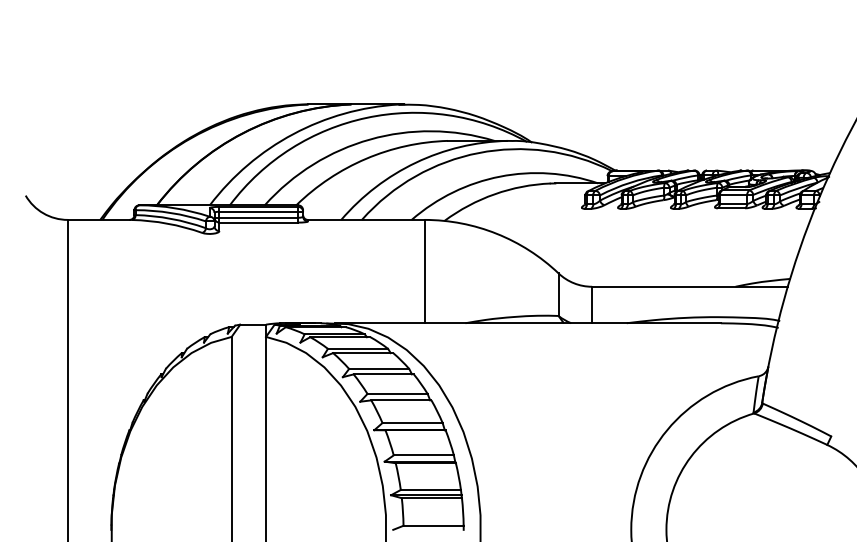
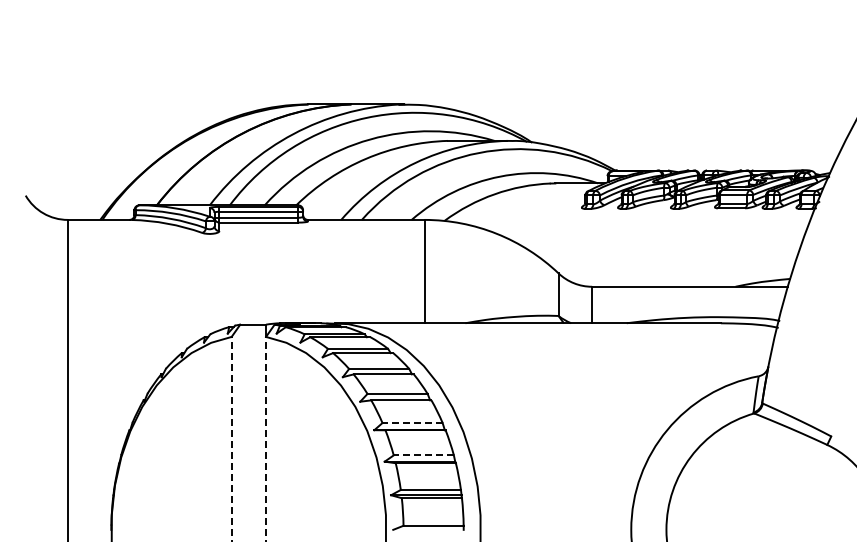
line at (412, 423): solid -> dashed
line at (231, 438): solid -> dashed
line at (266, 438): solid -> dashed
line at (423, 455): solid -> dashed
